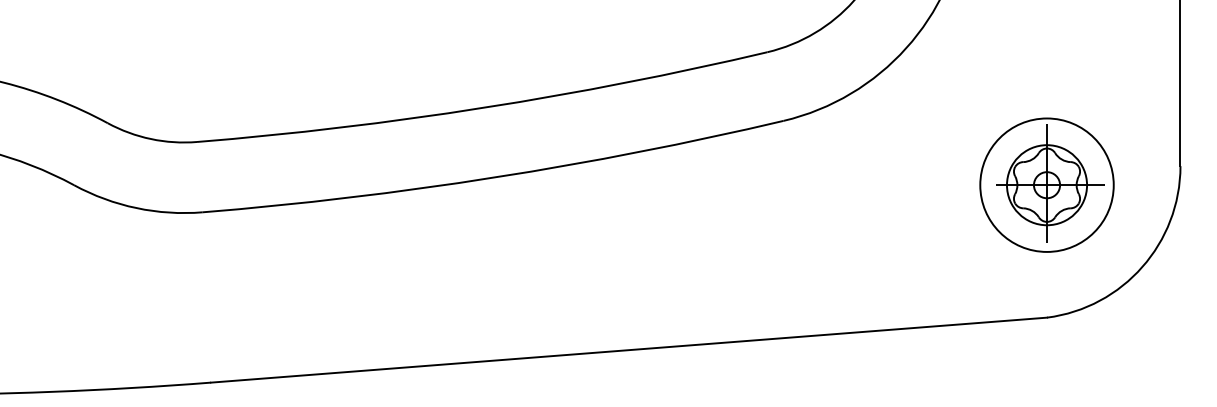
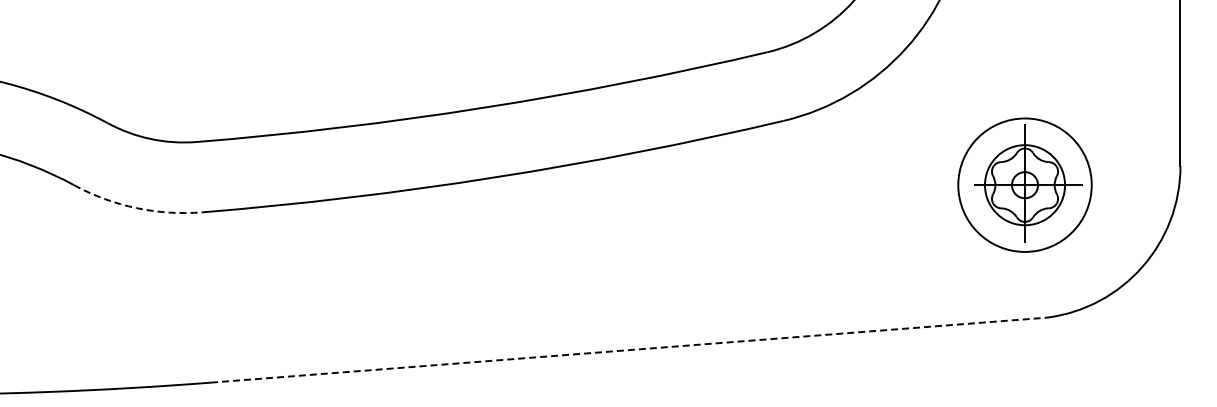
part at (1046, 184) position: (1046, 184) -> (1024, 184)
arc at (136, 208): solid -> dashed
line at (629, 350): solid -> dashed
